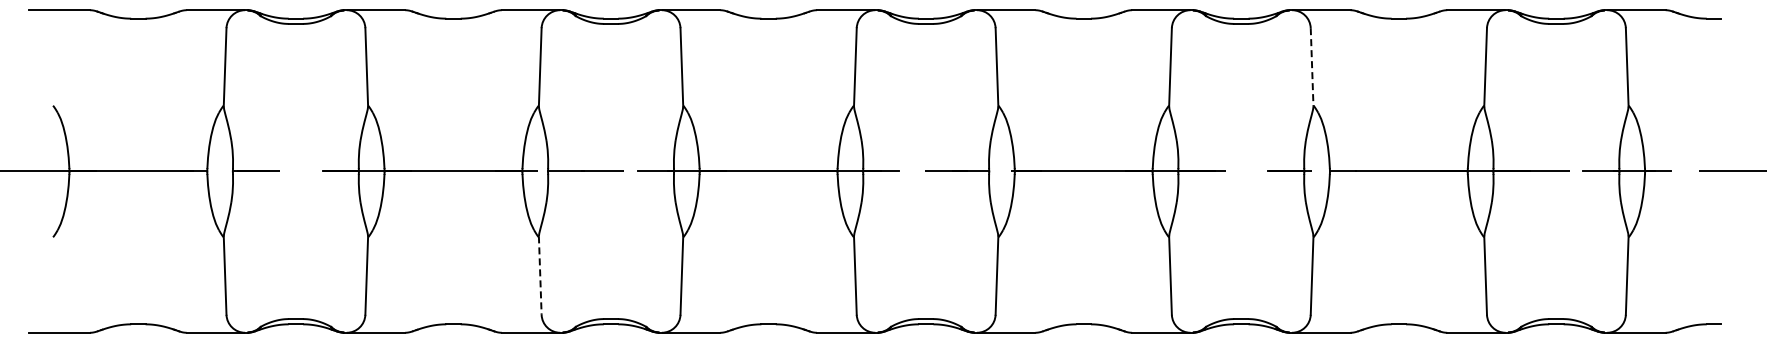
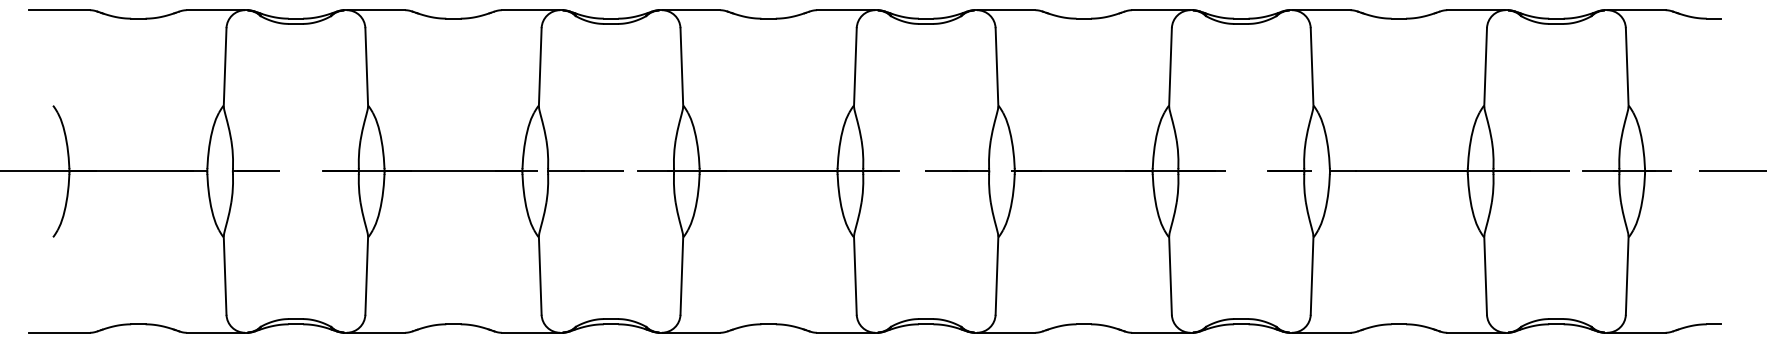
line at (1312, 67): dashed -> solid
line at (540, 276): dashed -> solid
